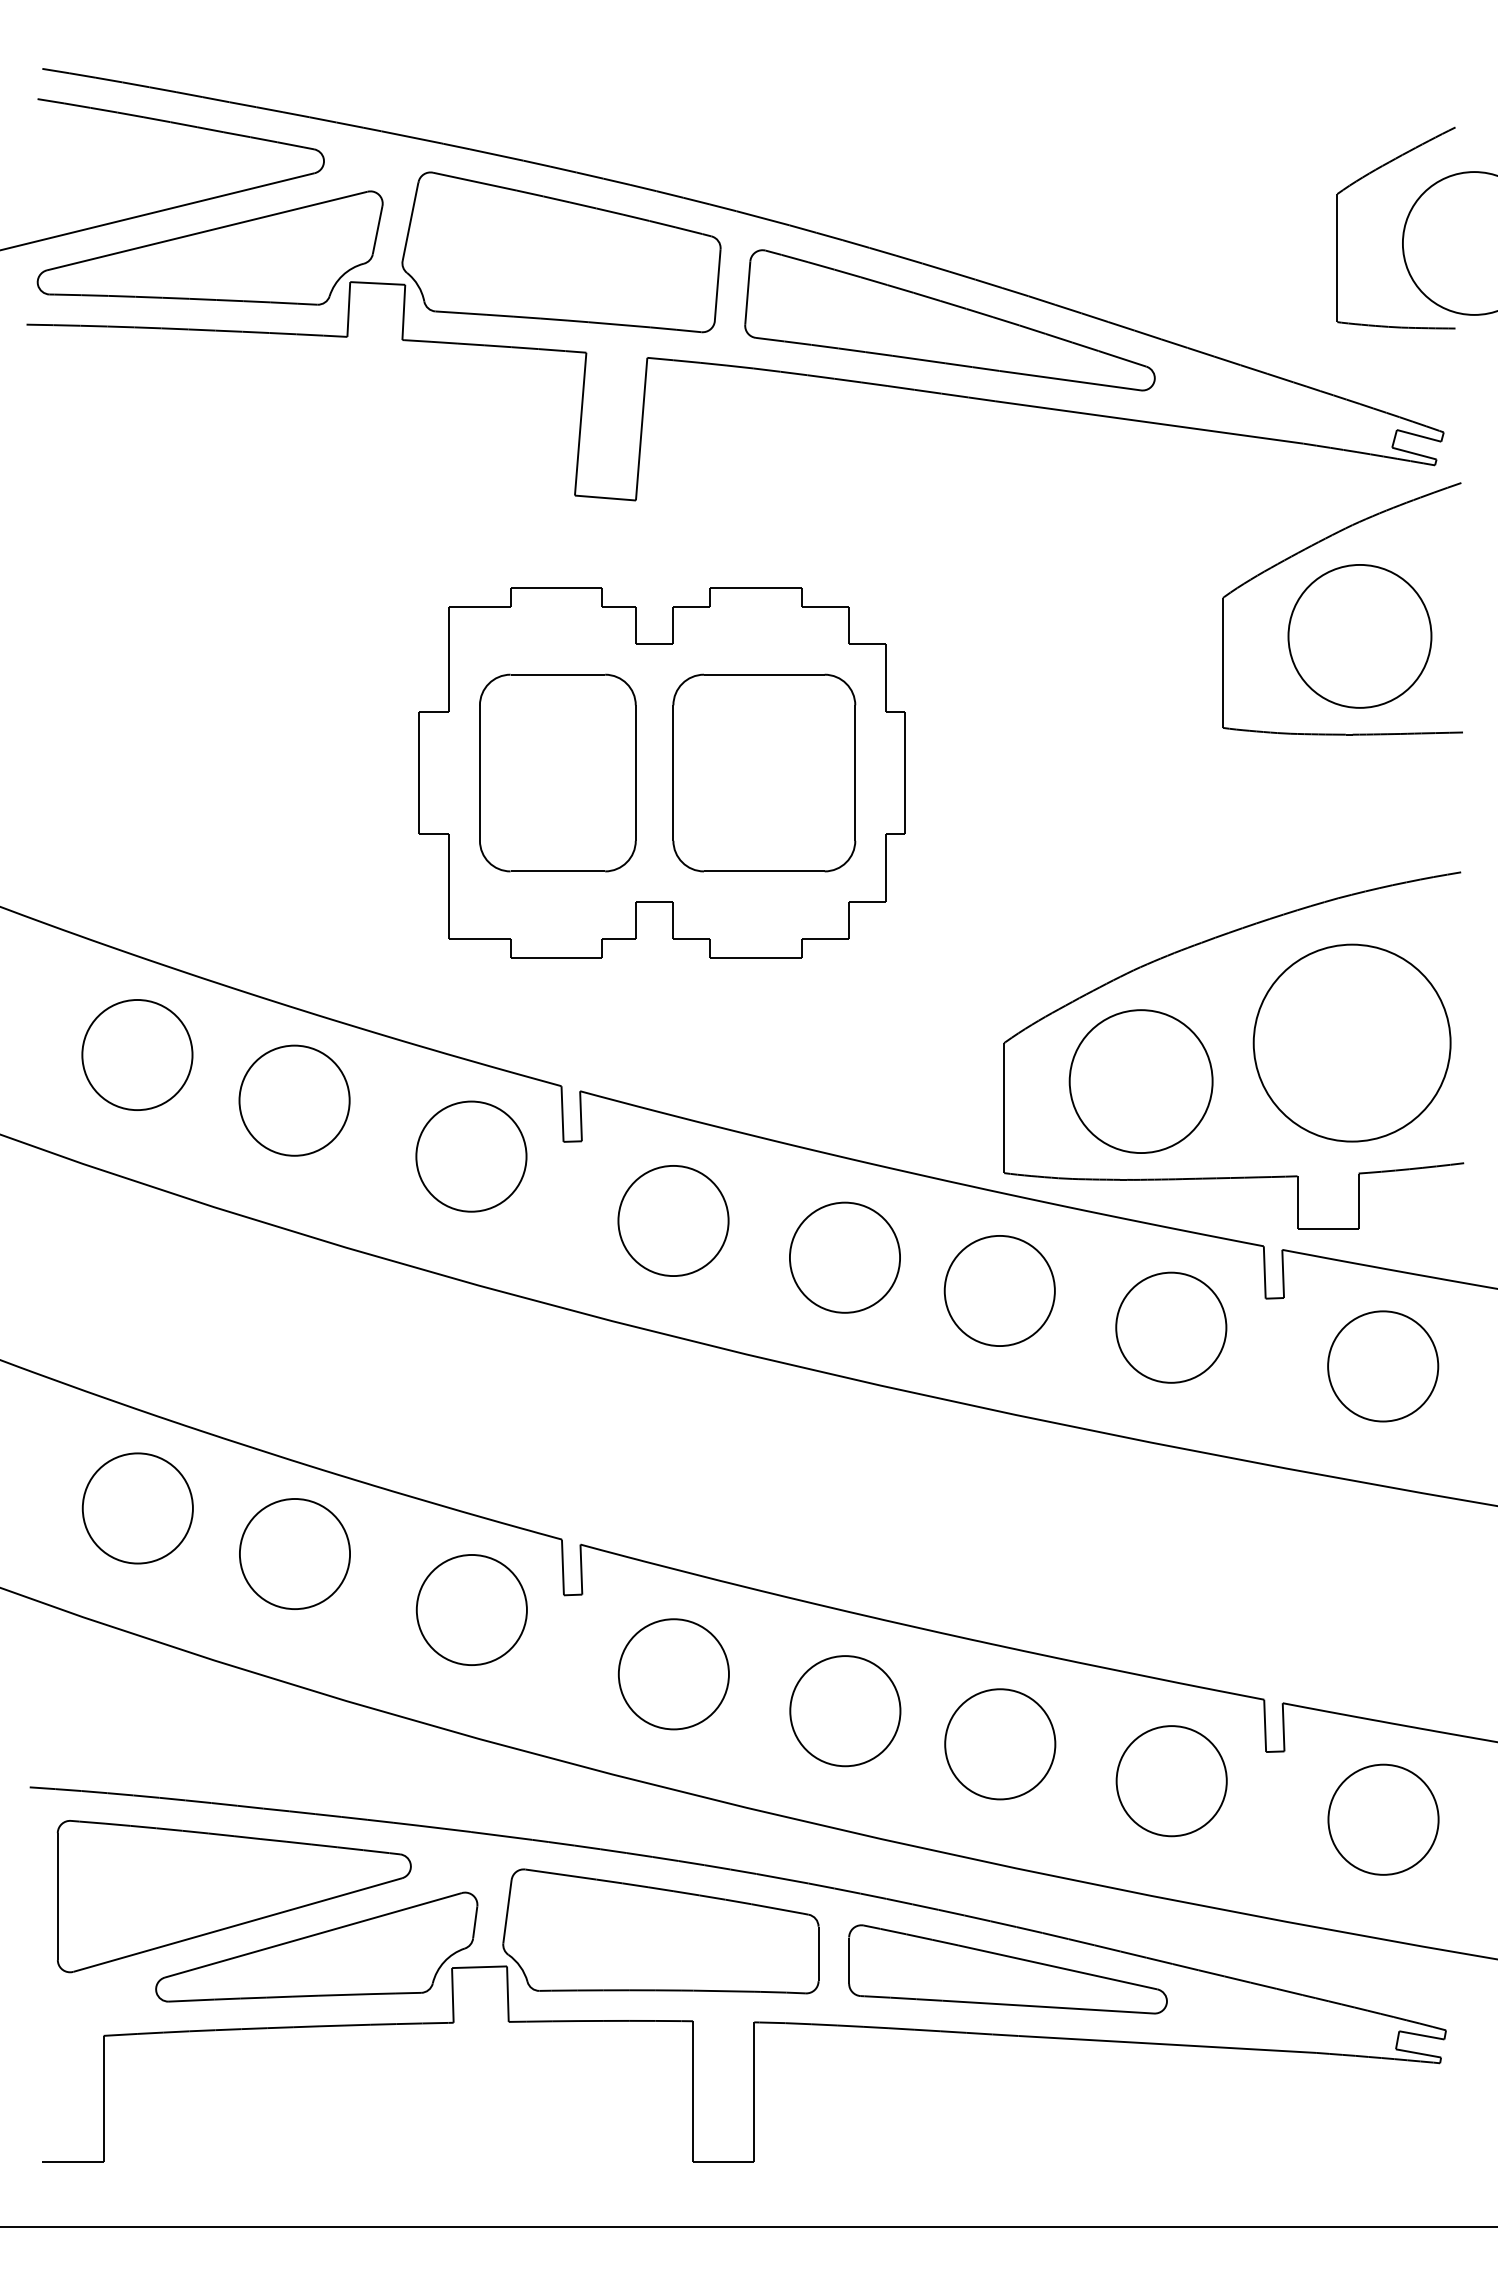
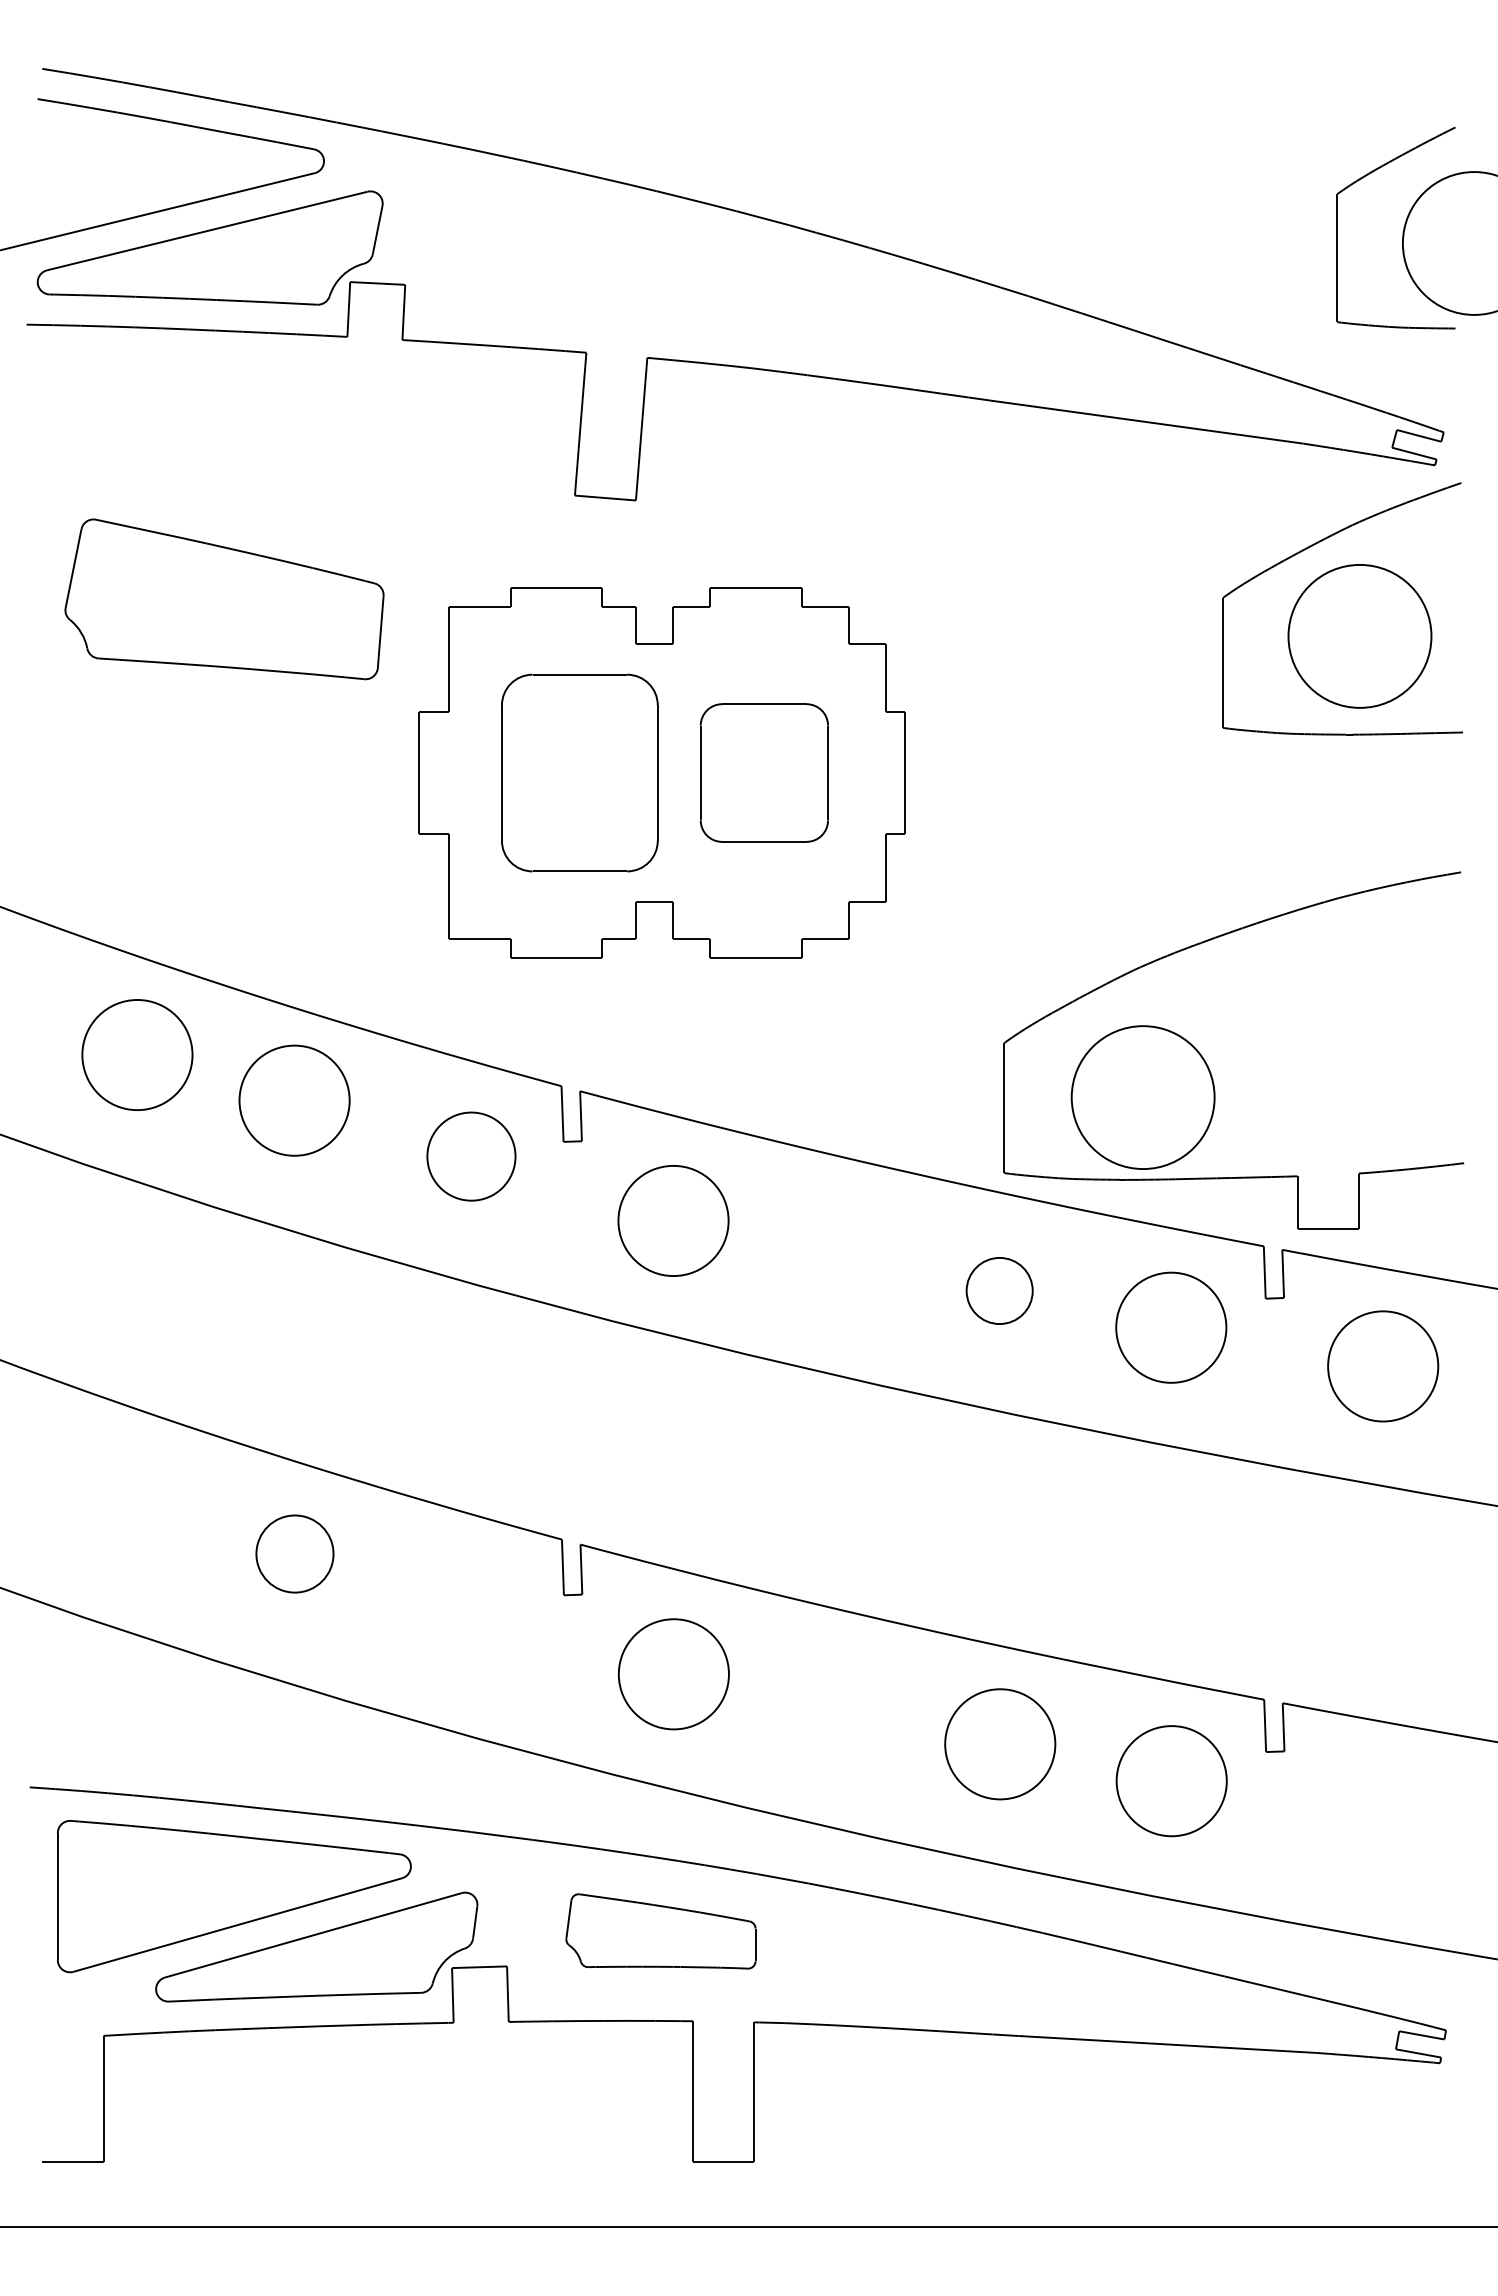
part at (561, 252) position: (561, 252) -> (224, 599)
part at (949, 320): present -> none
part at (557, 772) position: (557, 772) -> (579, 772)
part at (764, 772) size: 185x200 px -> 130x140 px
part at (1351, 1042): present -> none
part at (1140, 1081) position: (1140, 1081) -> (1142, 1097)
part at (471, 1156) size: 113x113 px -> 91x91 px
part at (844, 1257): present -> none
part at (999, 1290) size: 113x112 px -> 69x68 px
part at (137, 1508): present -> none
part at (294, 1553) size: 112x112 px -> 80x80 px
part at (471, 1609): present -> none
part at (845, 1711): present -> none
part at (1383, 1819): present -> none
part at (660, 1931) size: 318x127 px -> 192x77 px
part at (1007, 1969): present -> none
